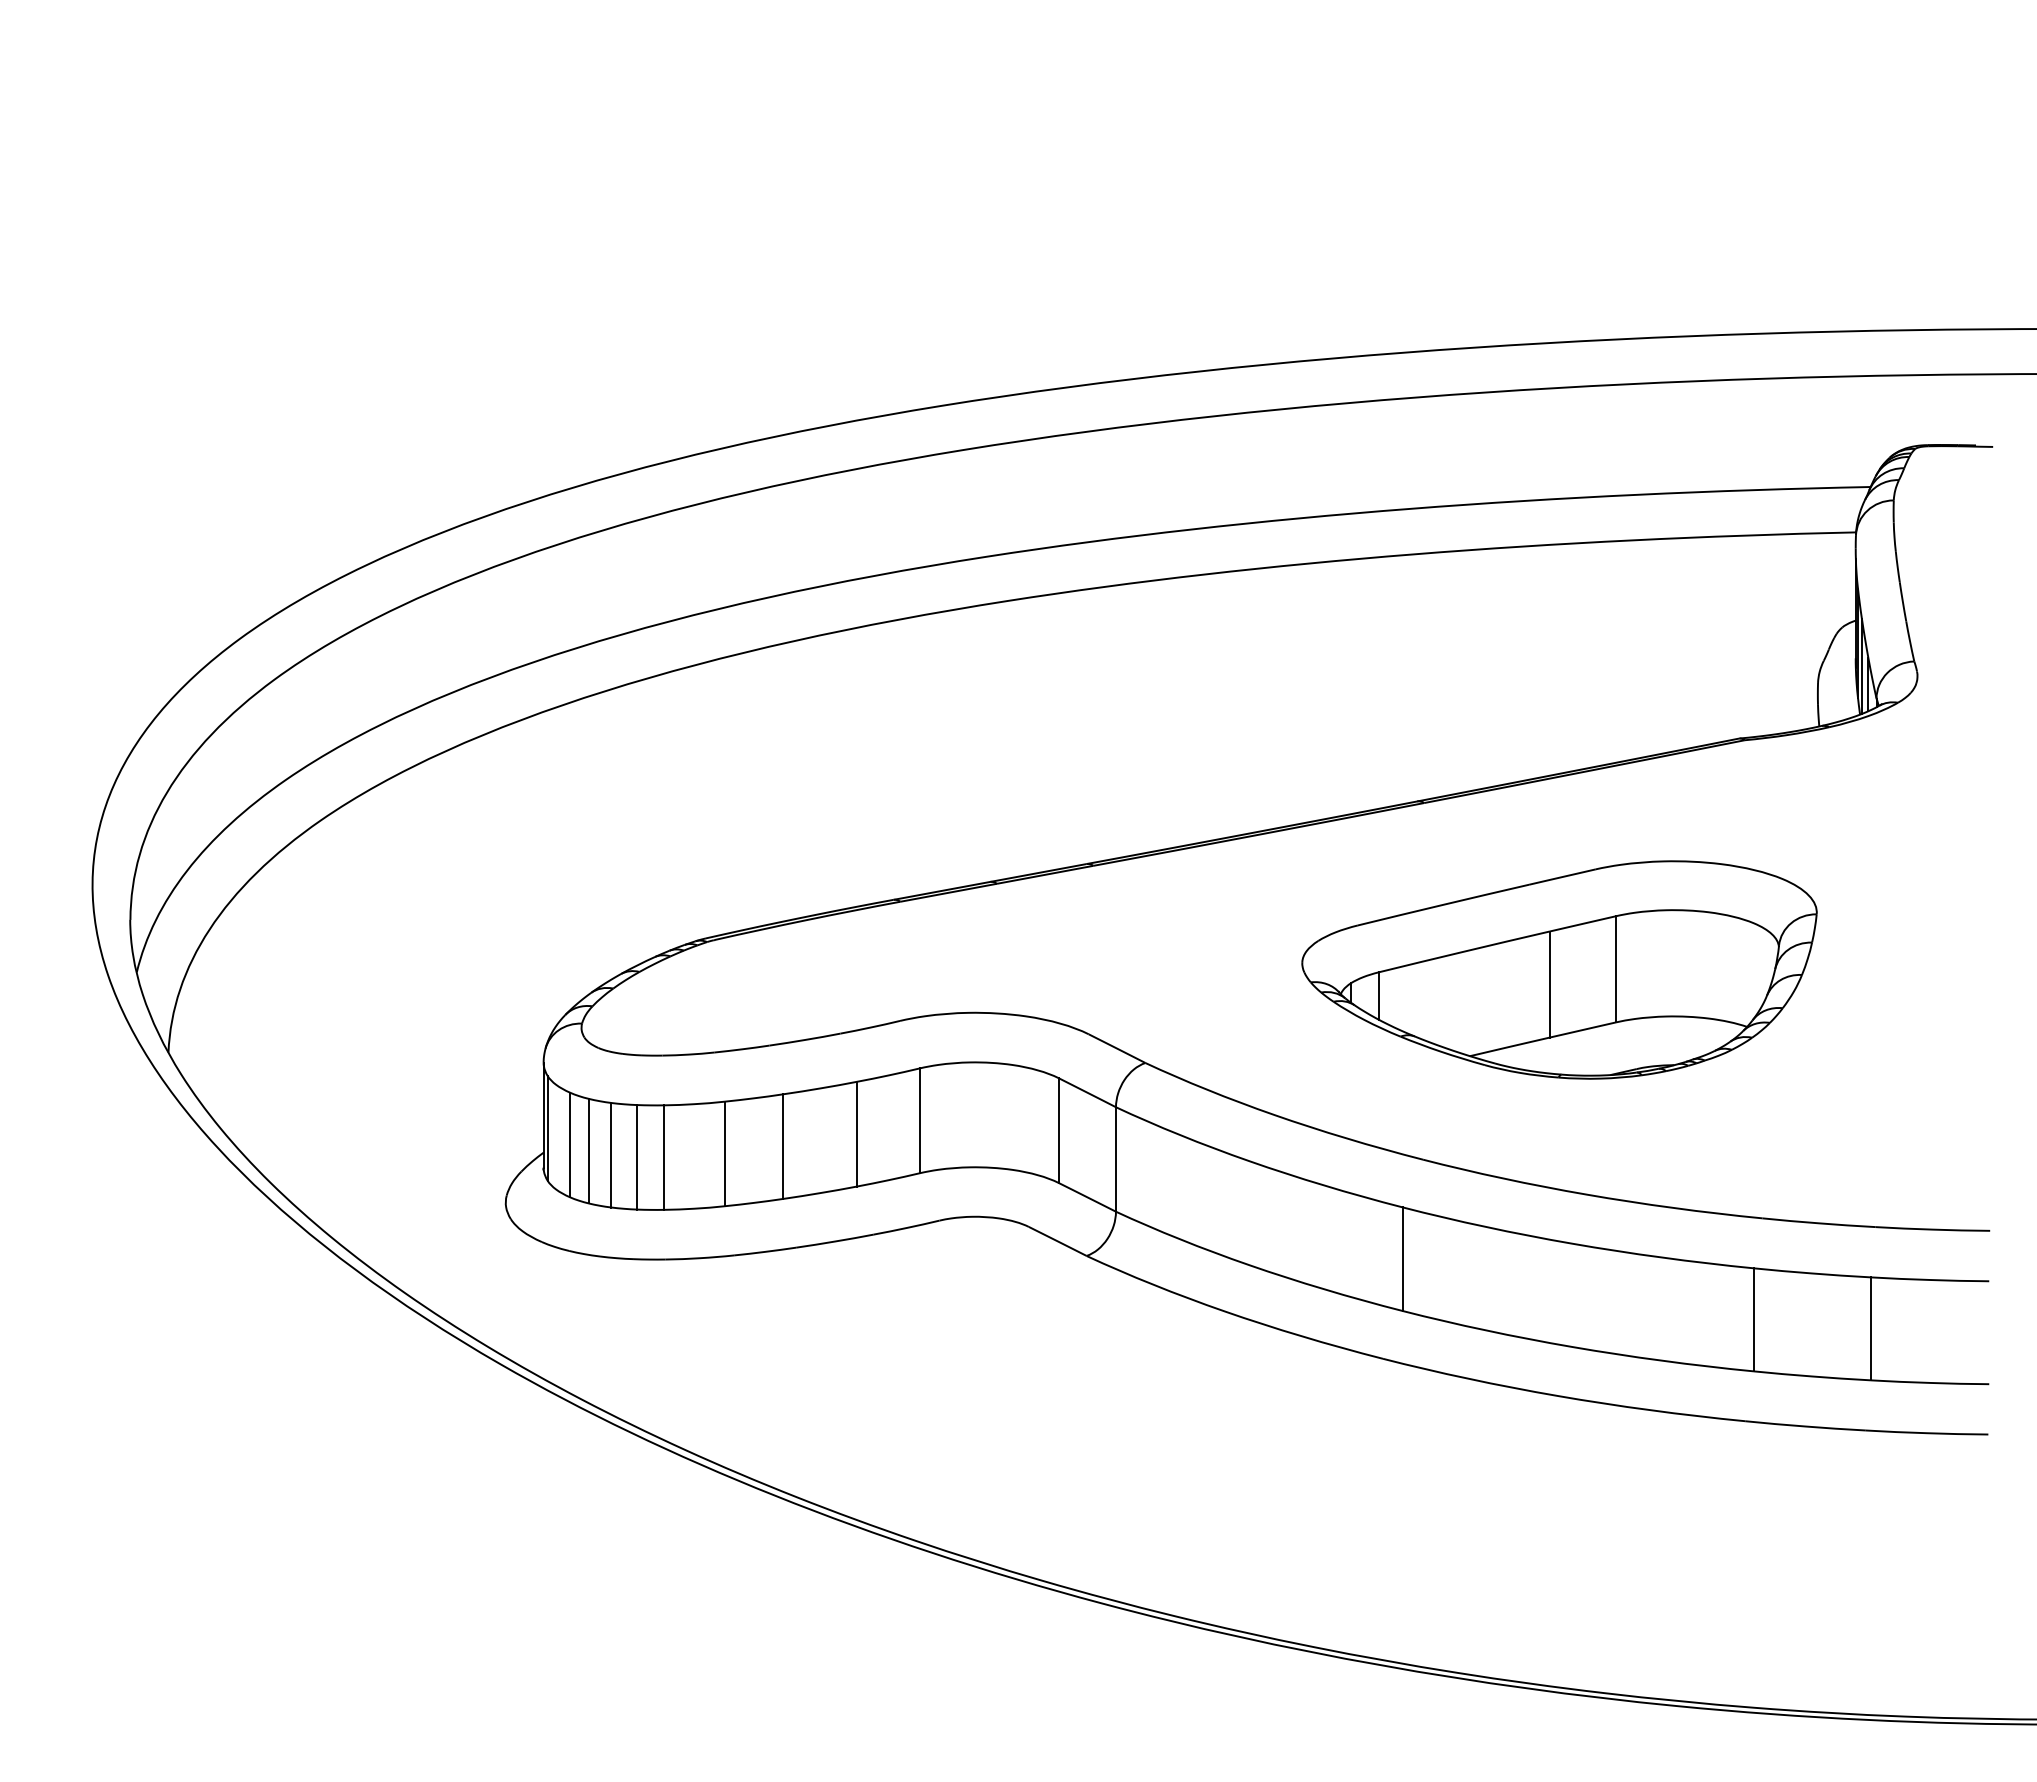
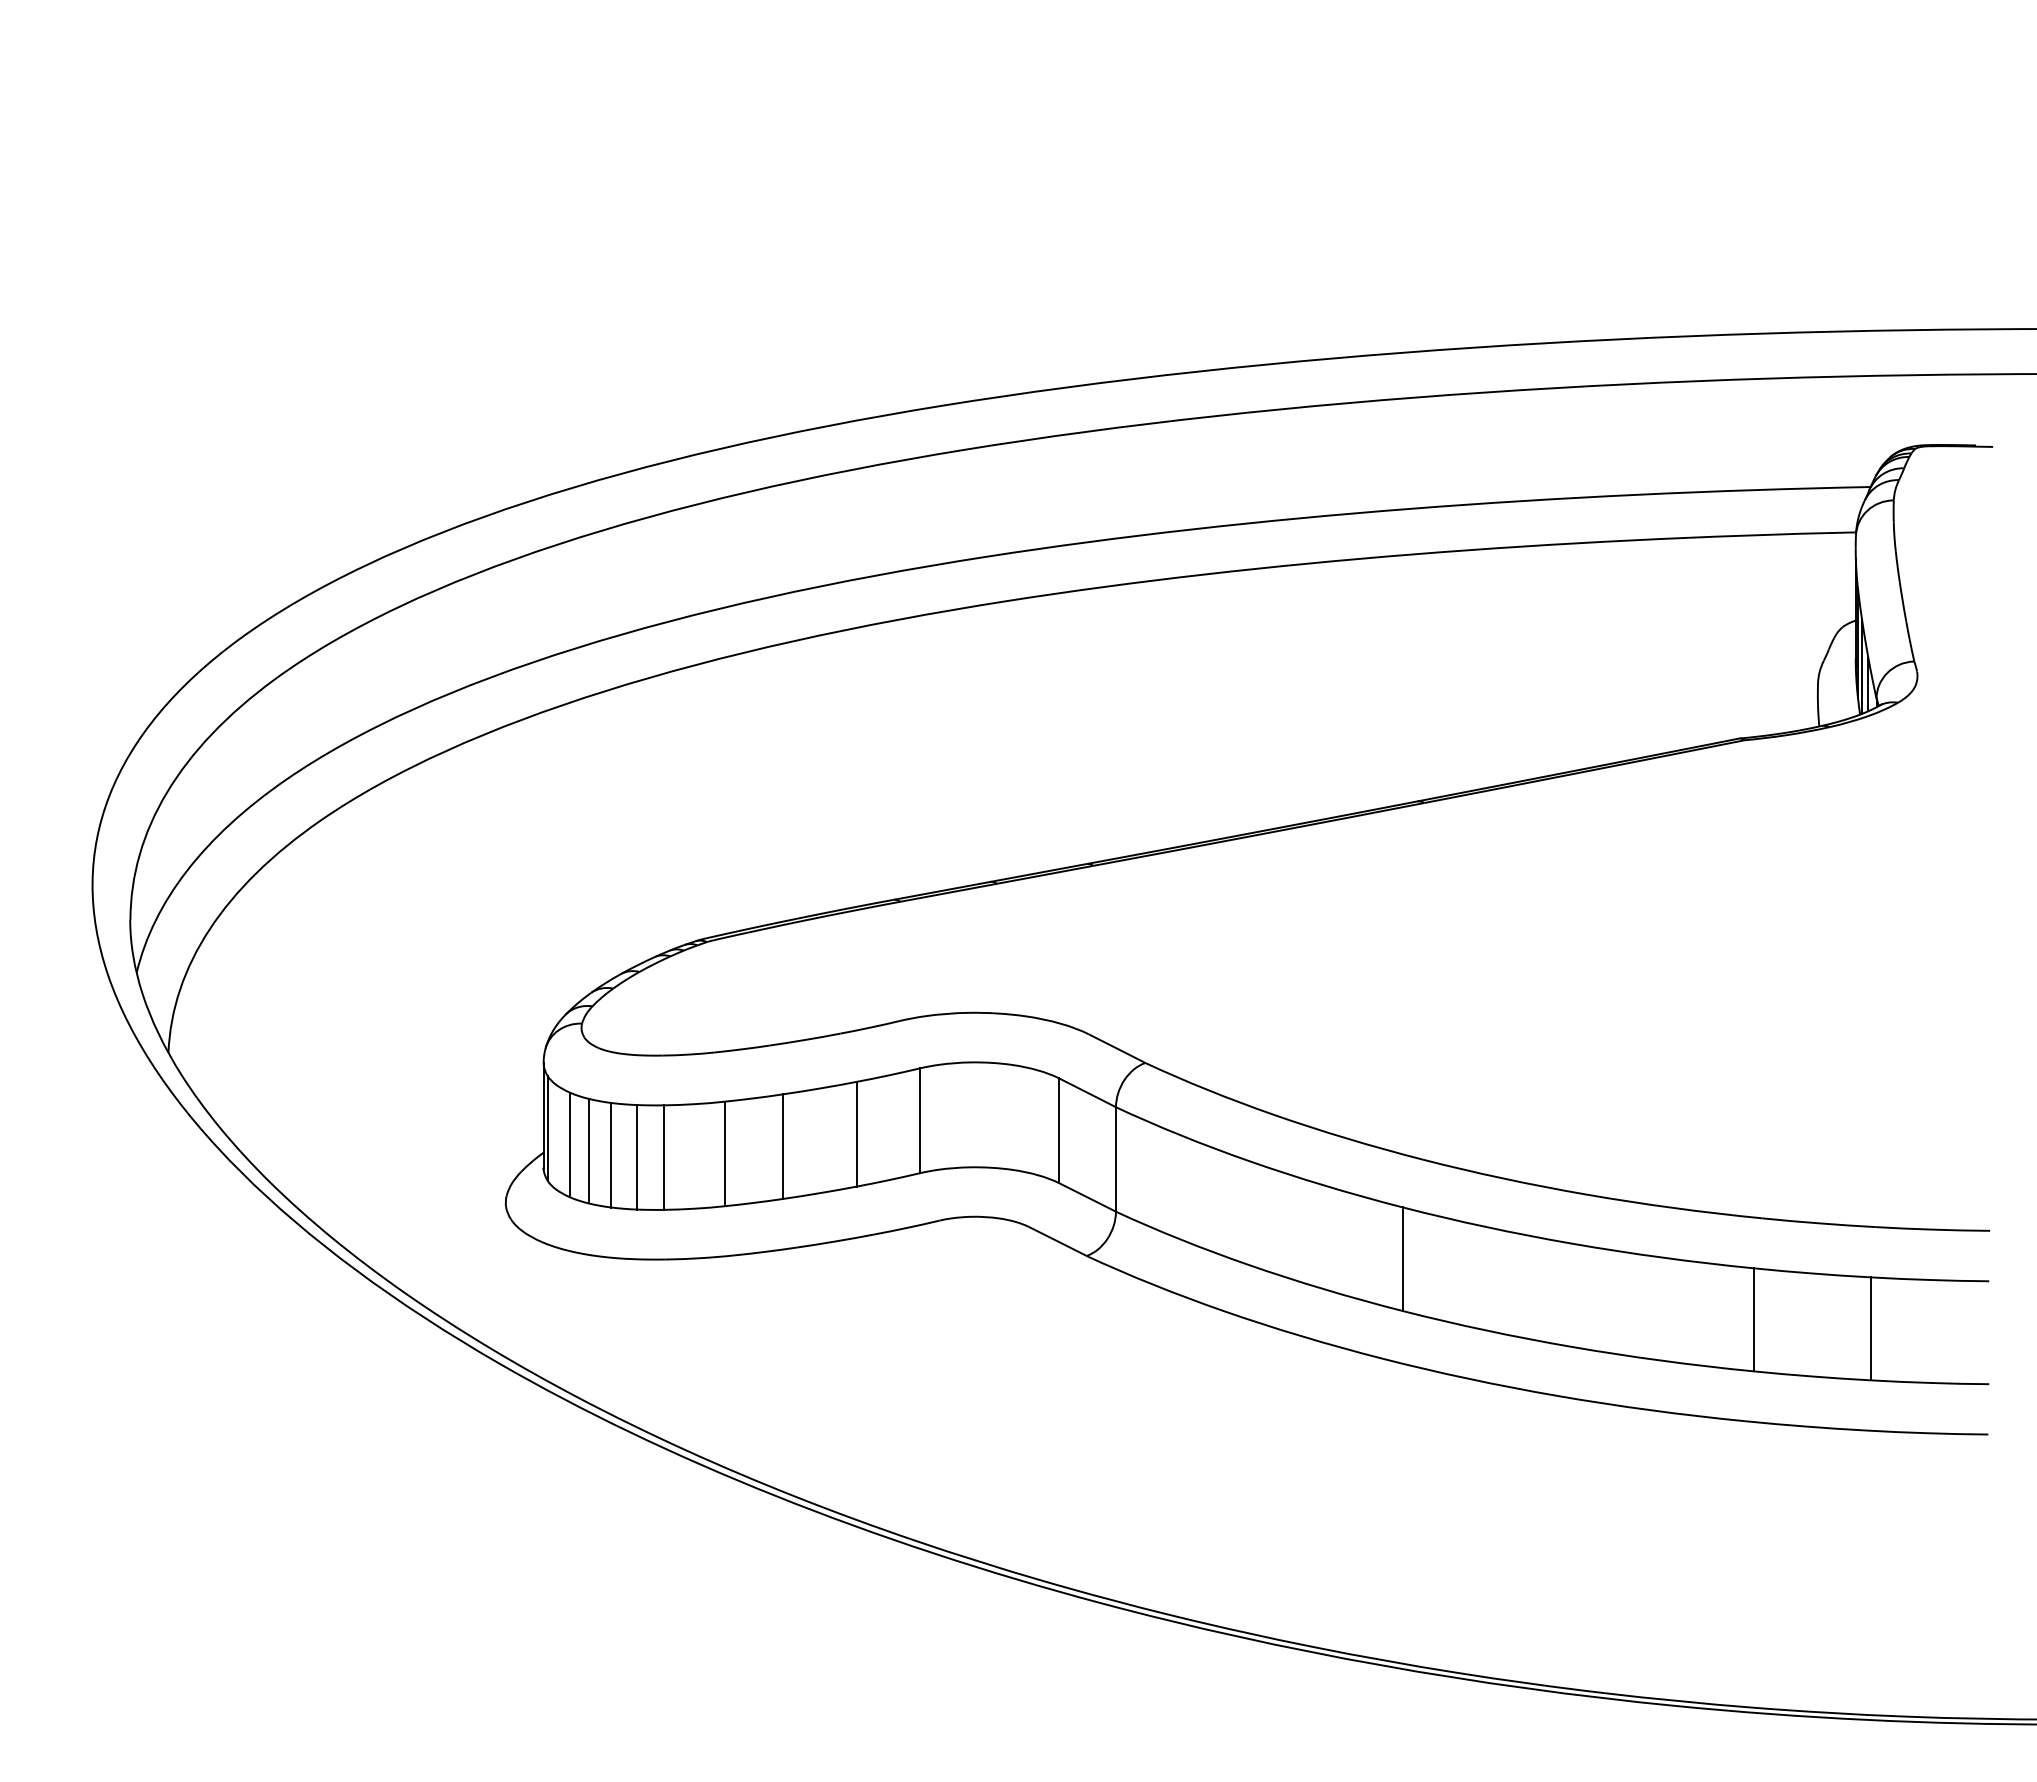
part at (1559, 969): present -> none
